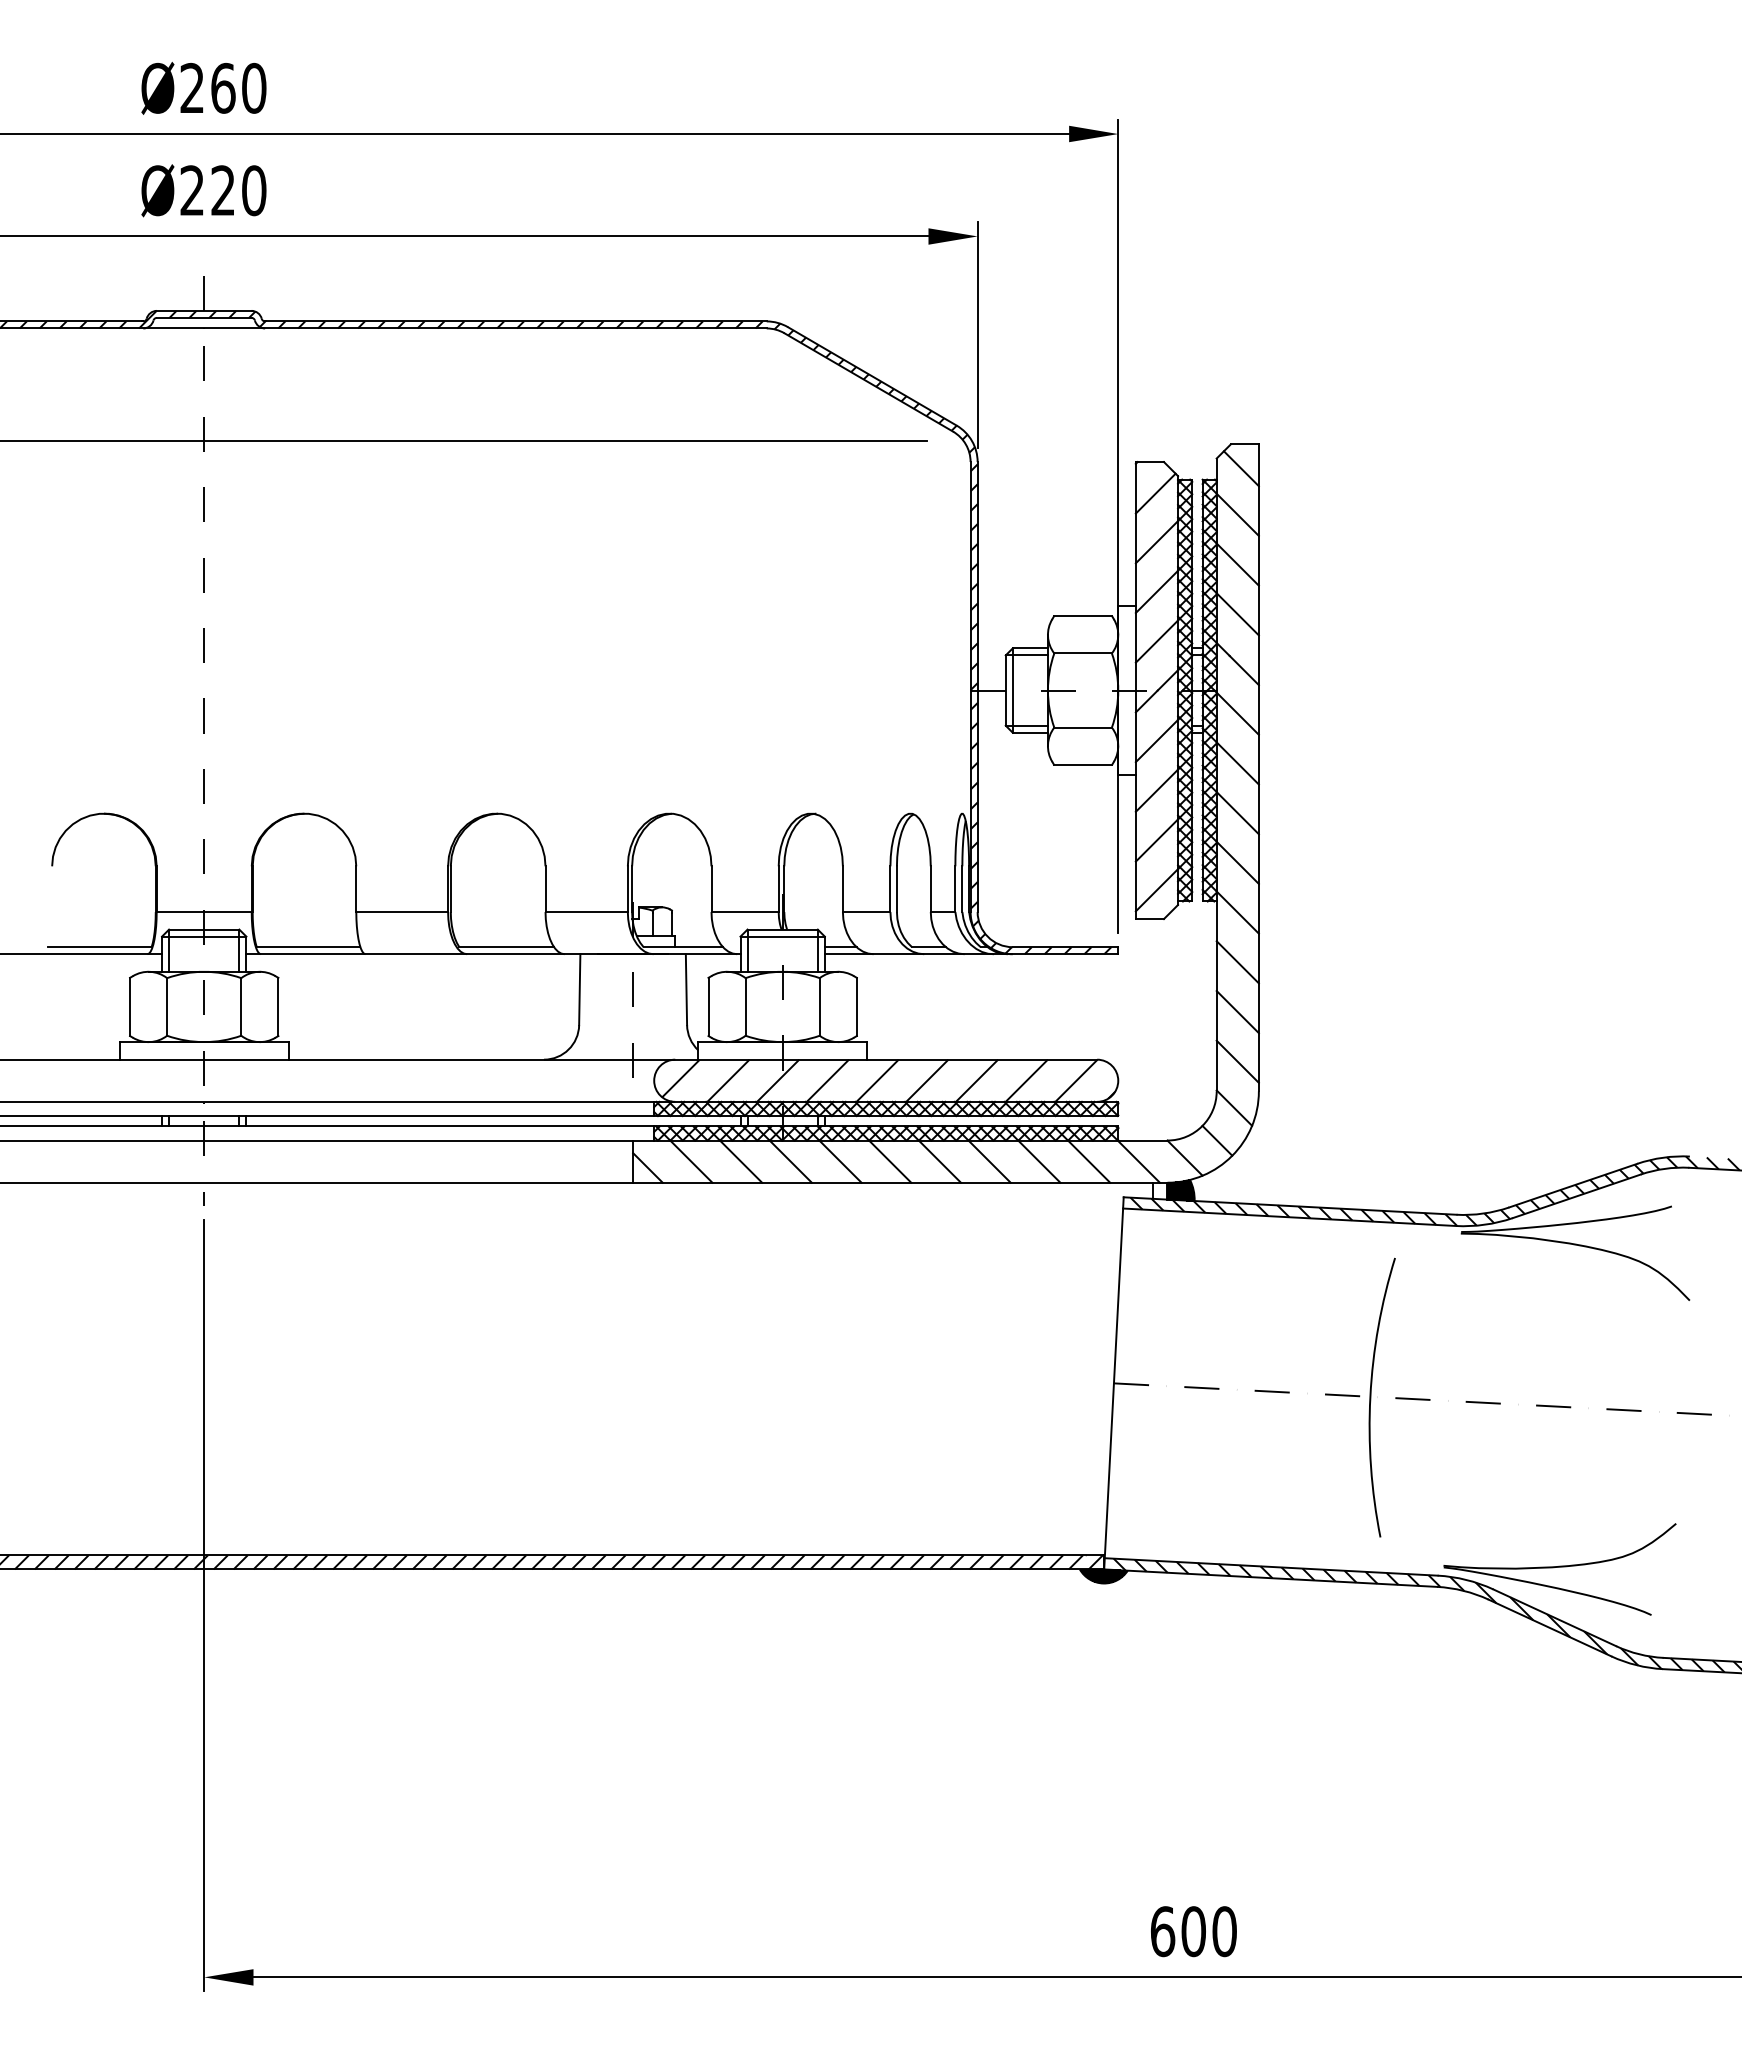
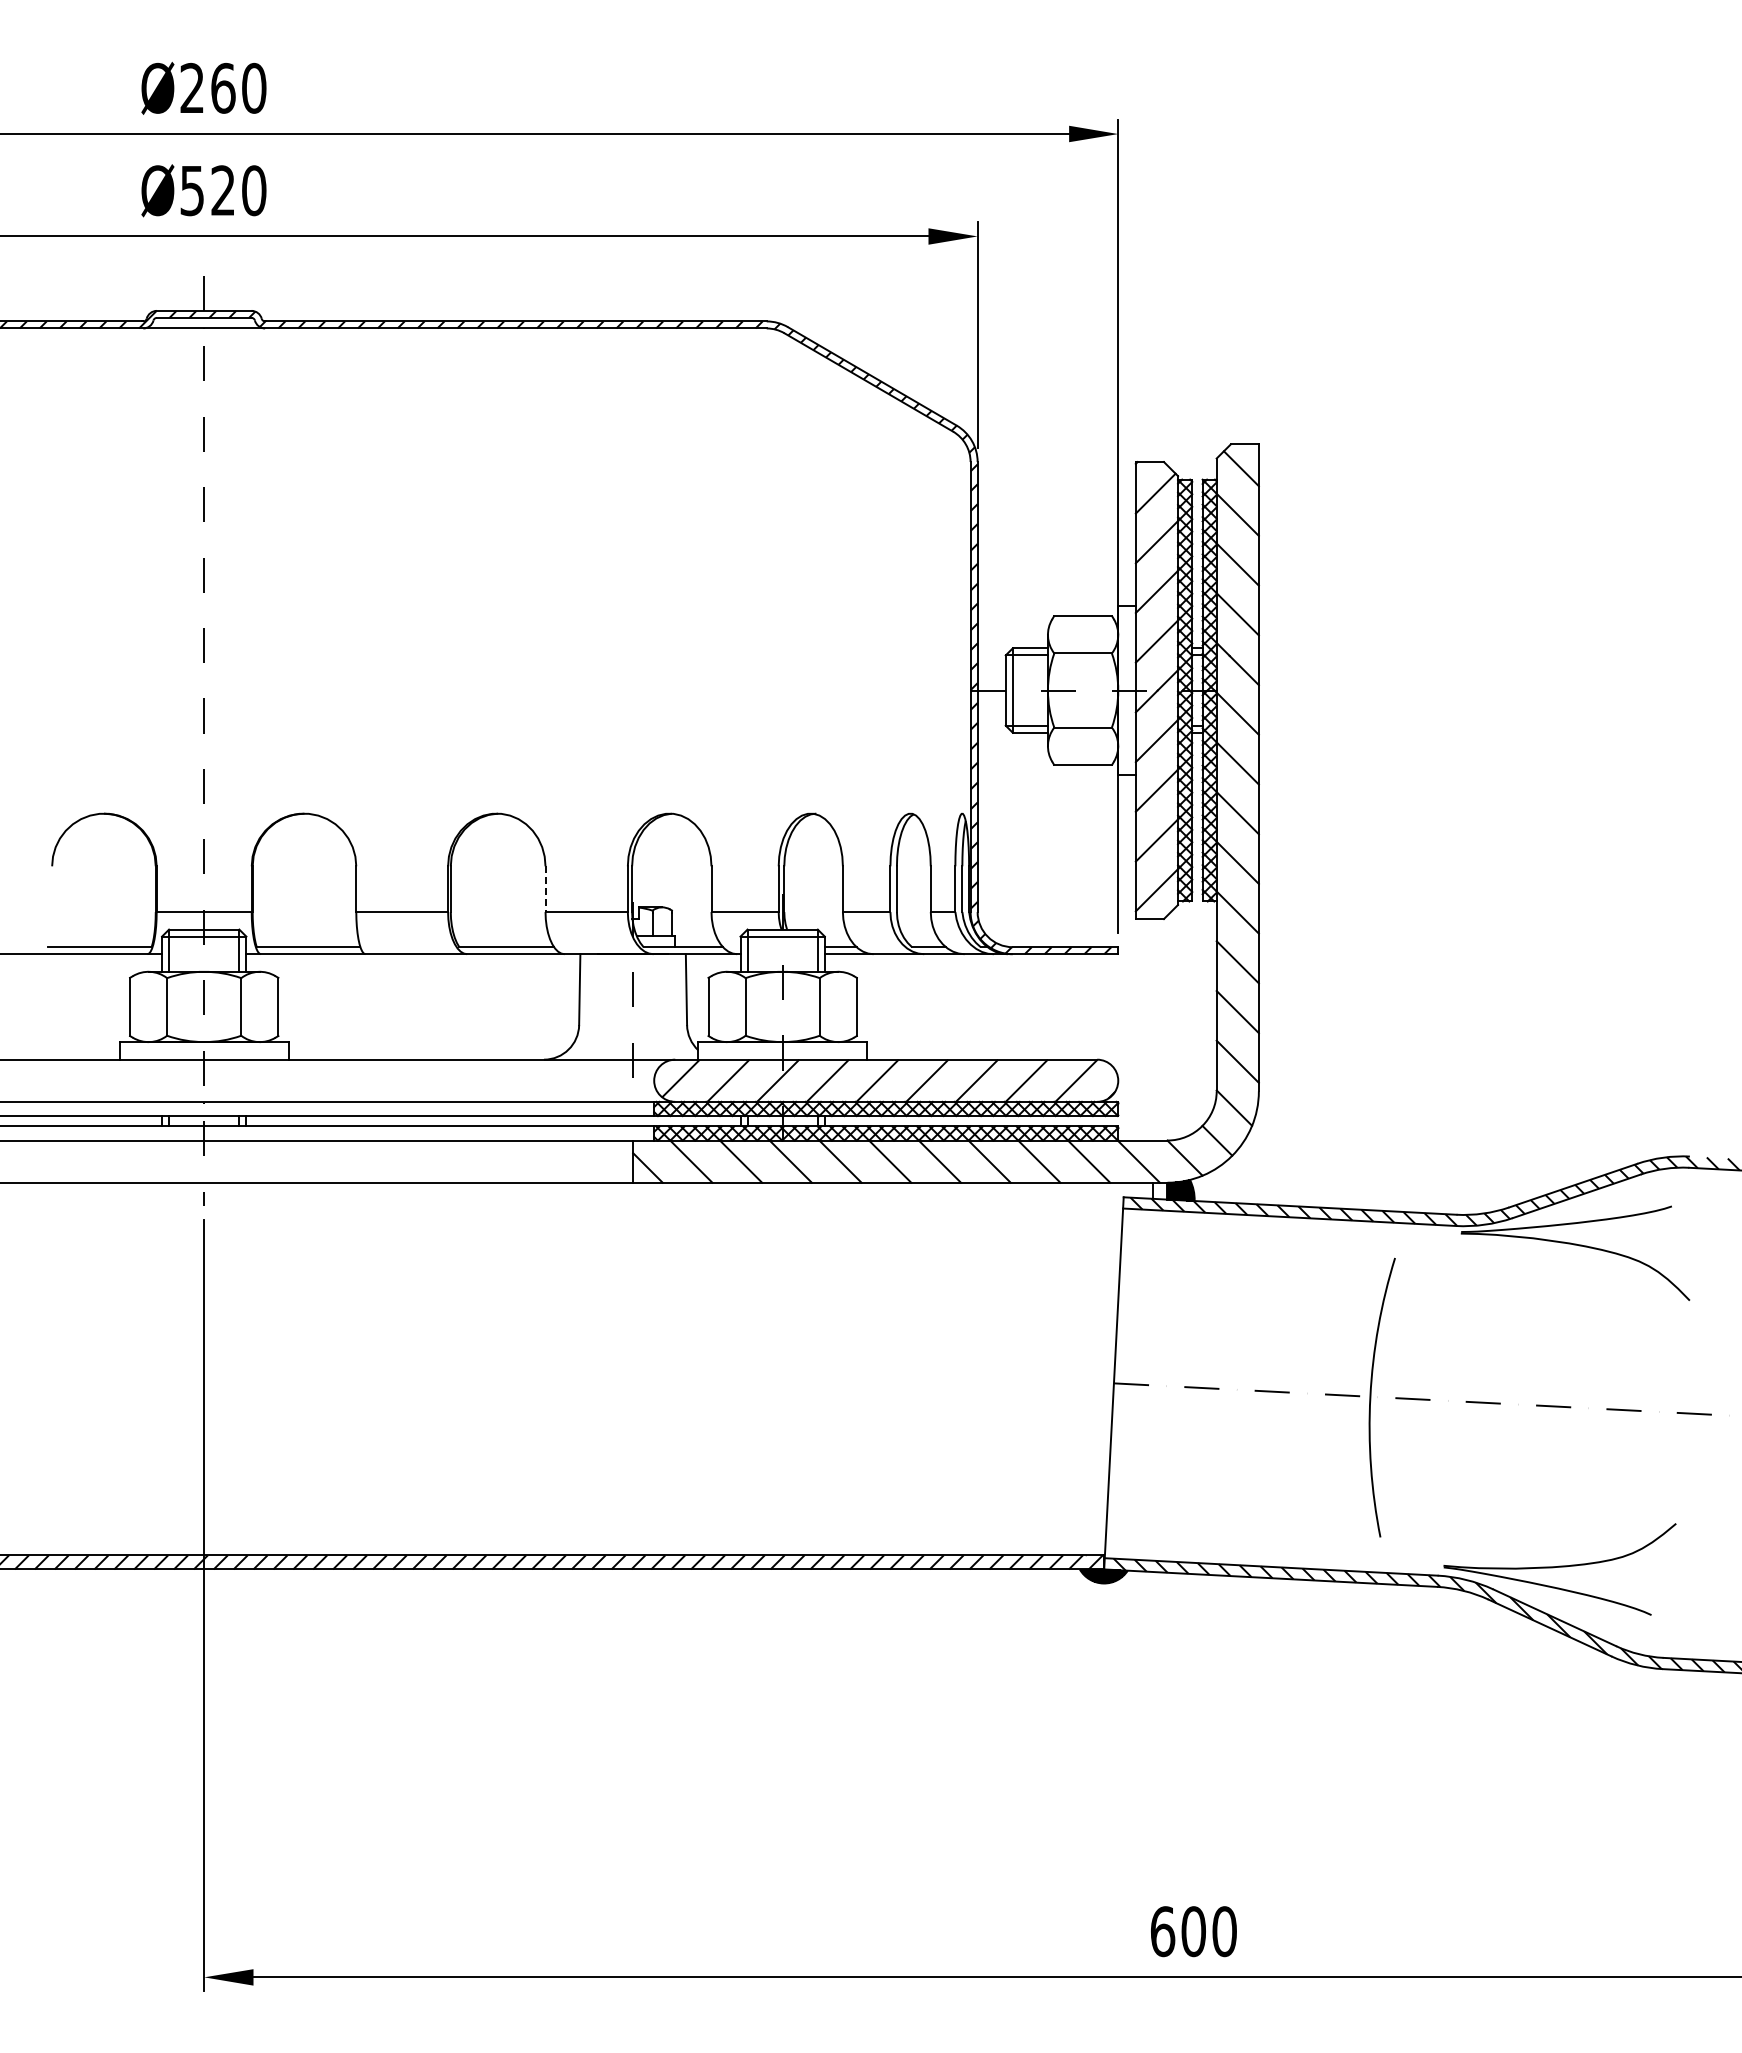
text at (191, 190): Ø220 -> Ø520
line at (464, 440): present -> none
line at (545, 889): solid -> dashed
